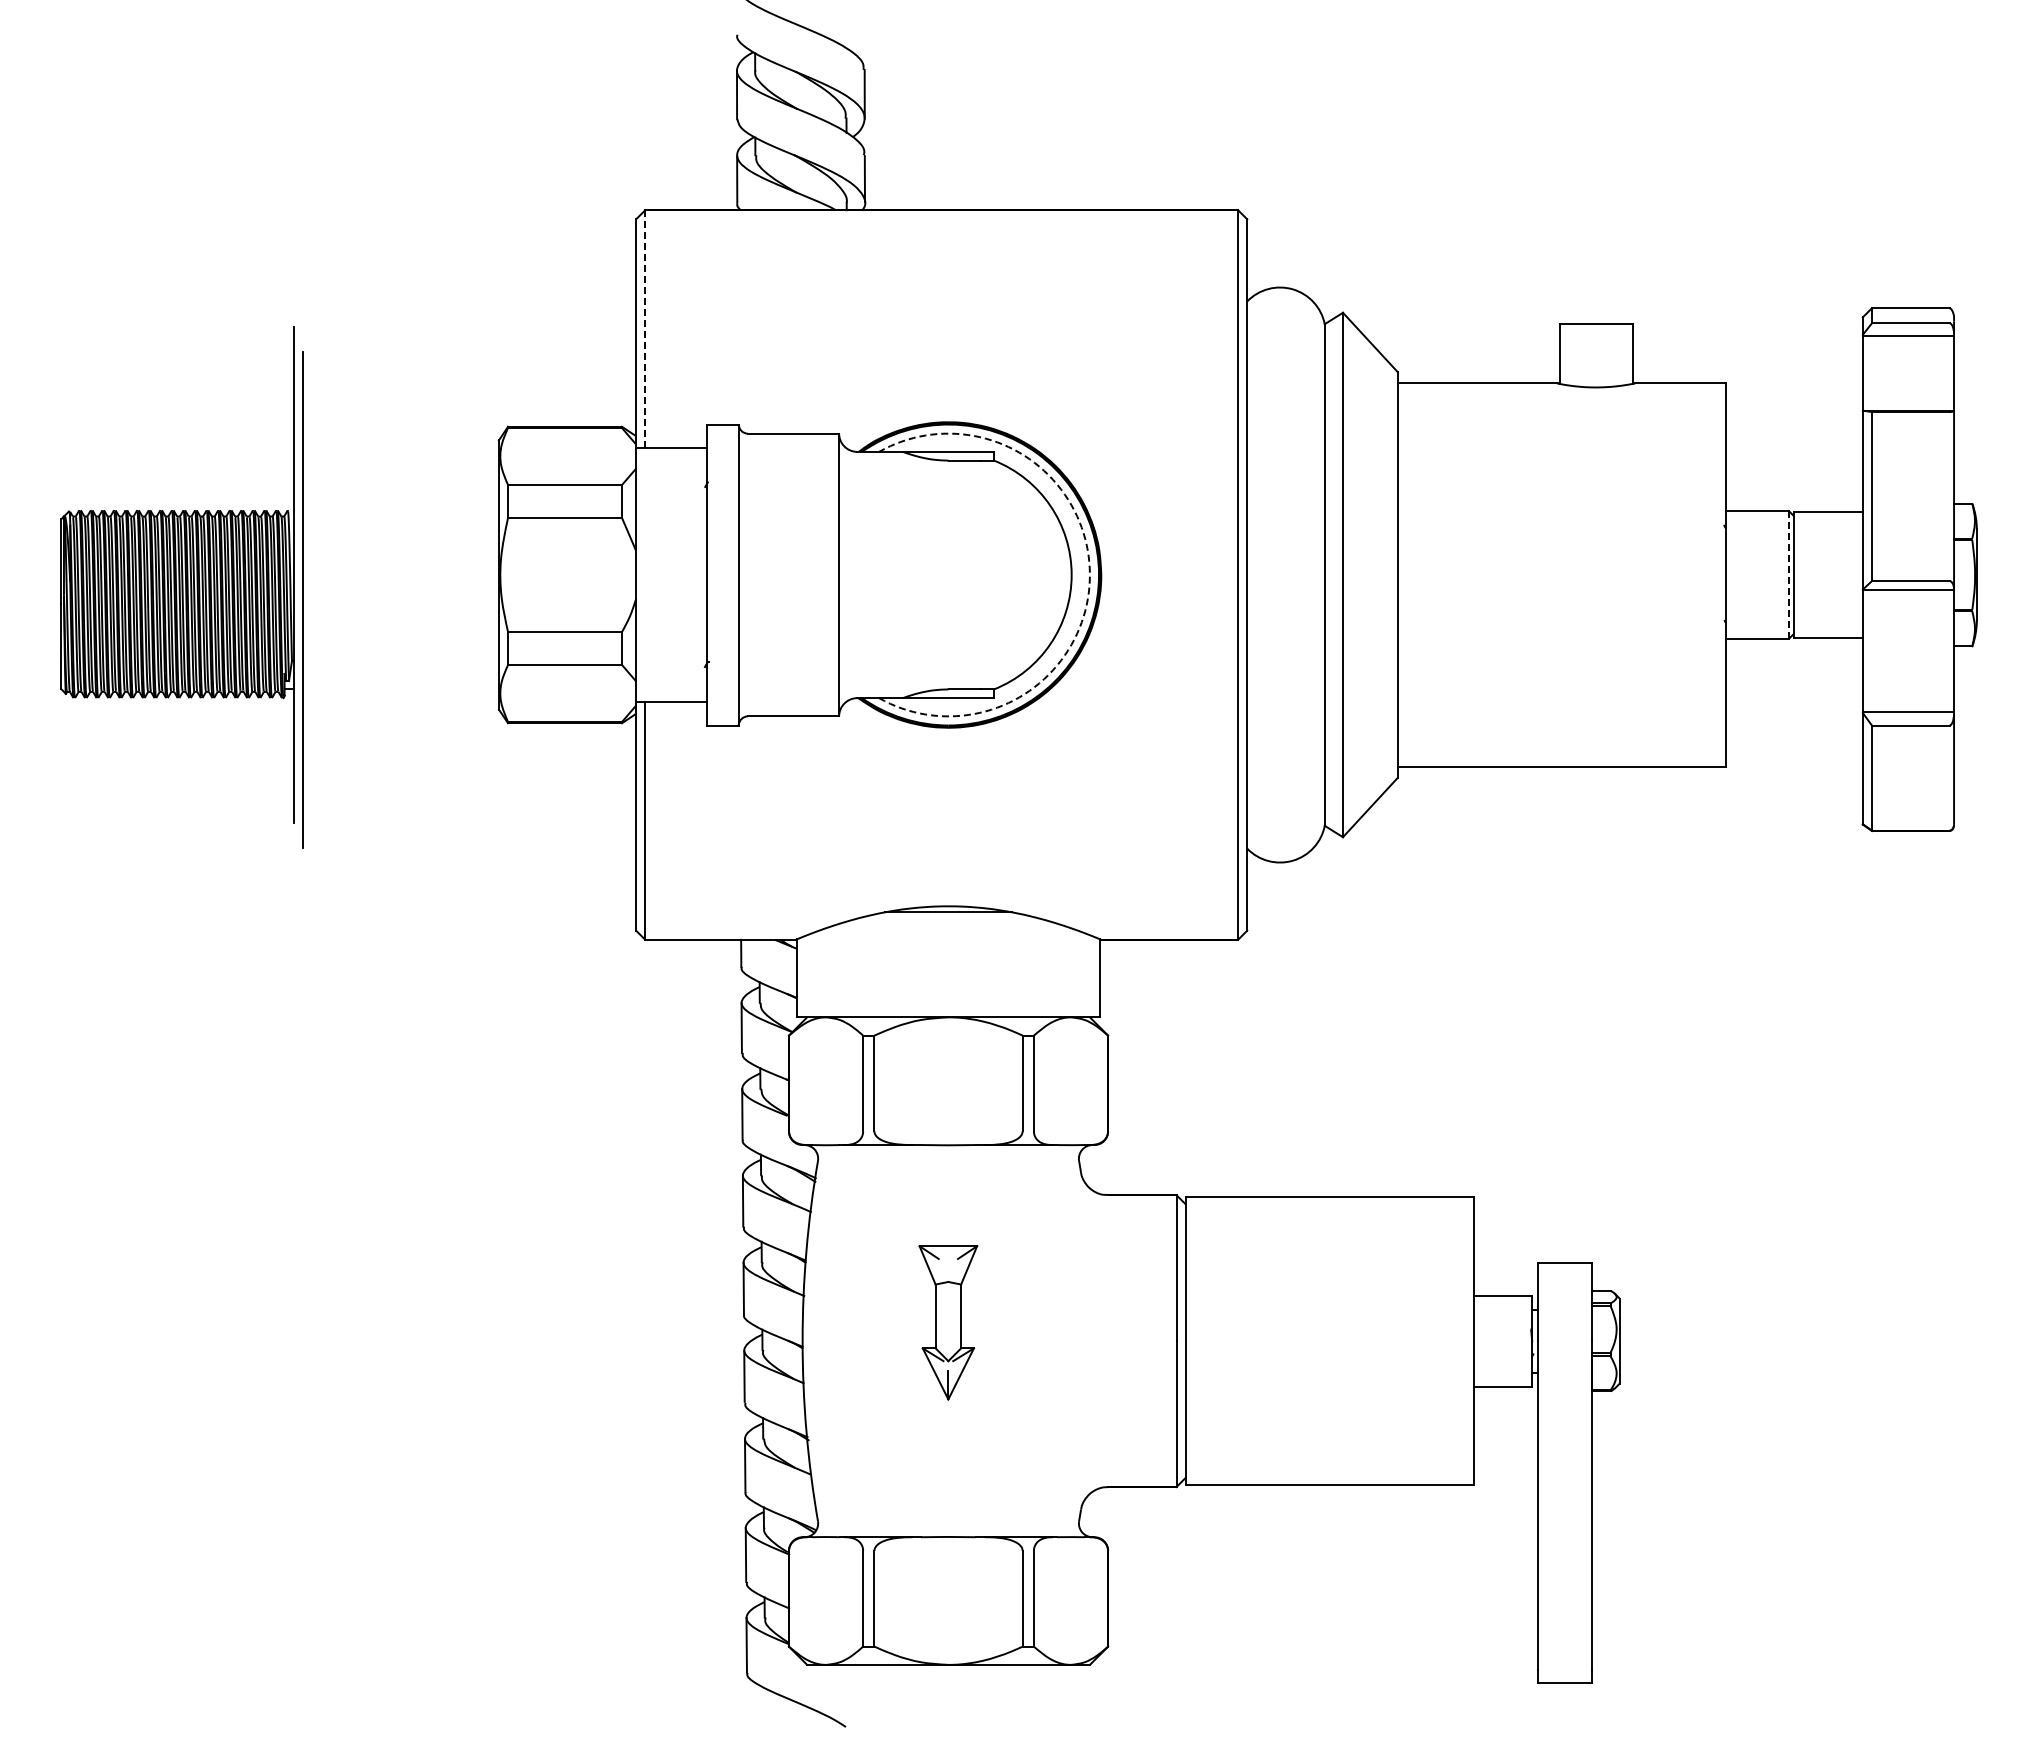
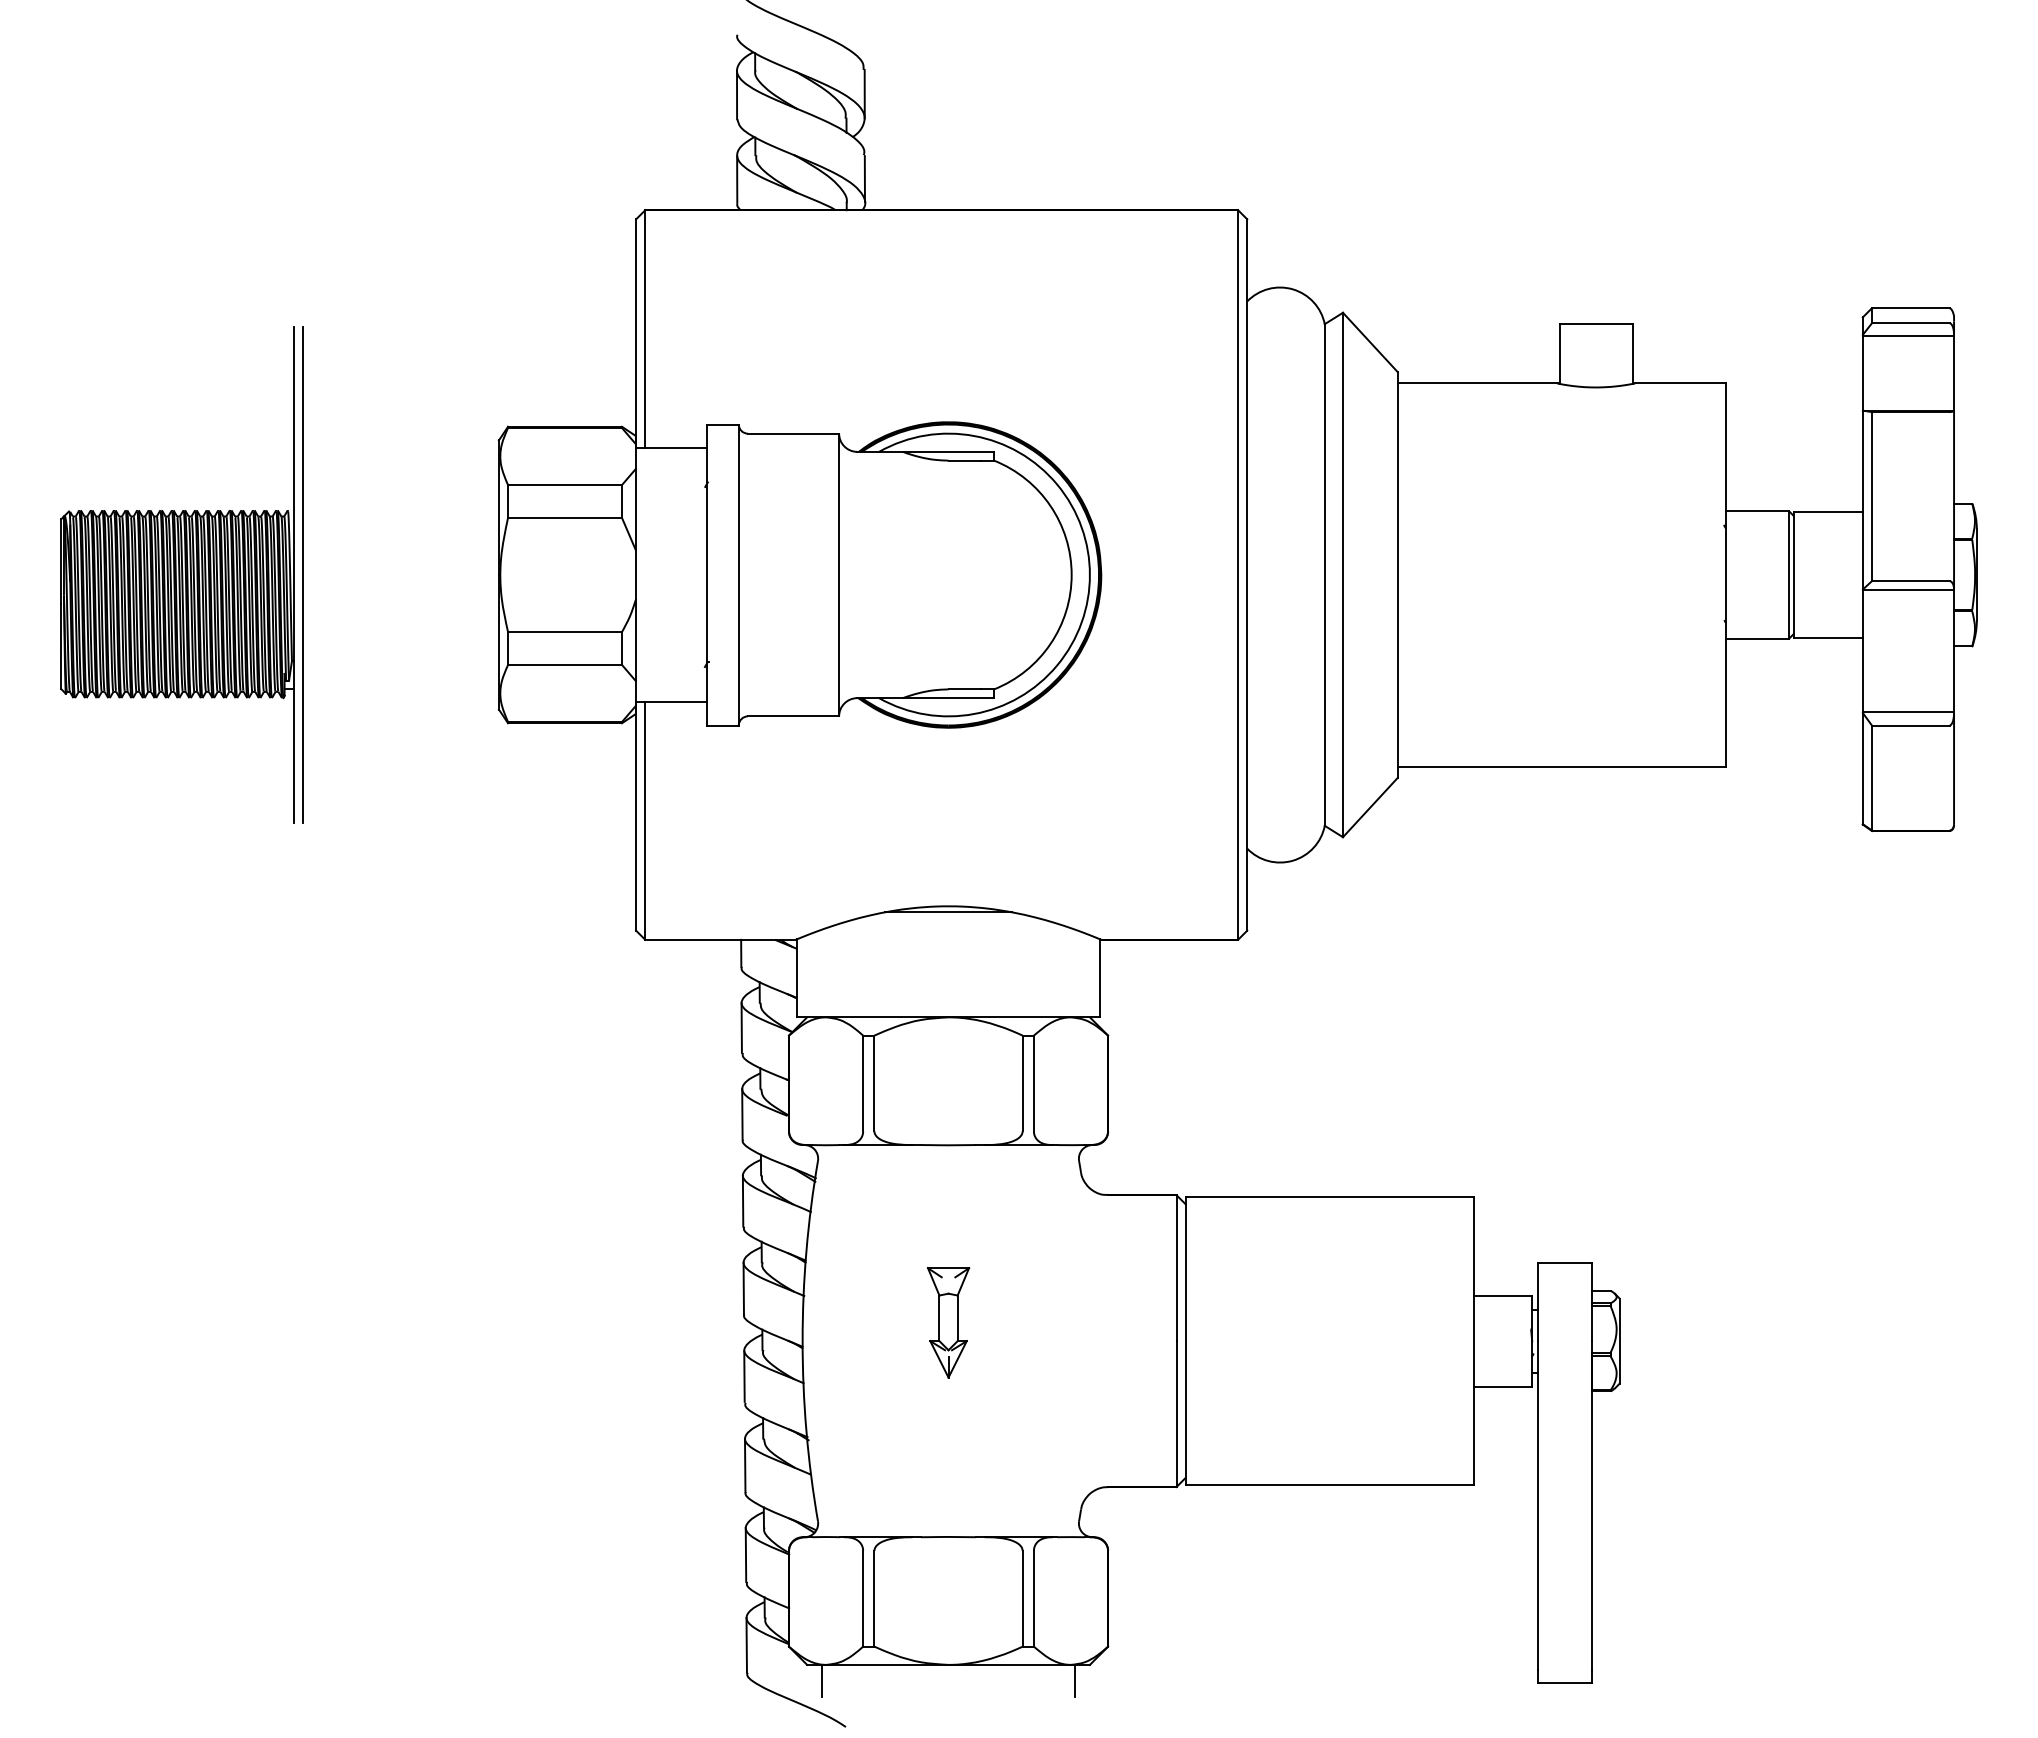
line at (645, 328): dashed -> solid
arc at (1089, 575): dashed -> solid
line at (1788, 575): dashed -> solid
line at (302, 599) position: (302, 599) -> (302, 574)
part at (948, 1322) size: 61x156 px -> 44x112 px
line at (822, 1680): none -> present
line at (1074, 1680): none -> present
